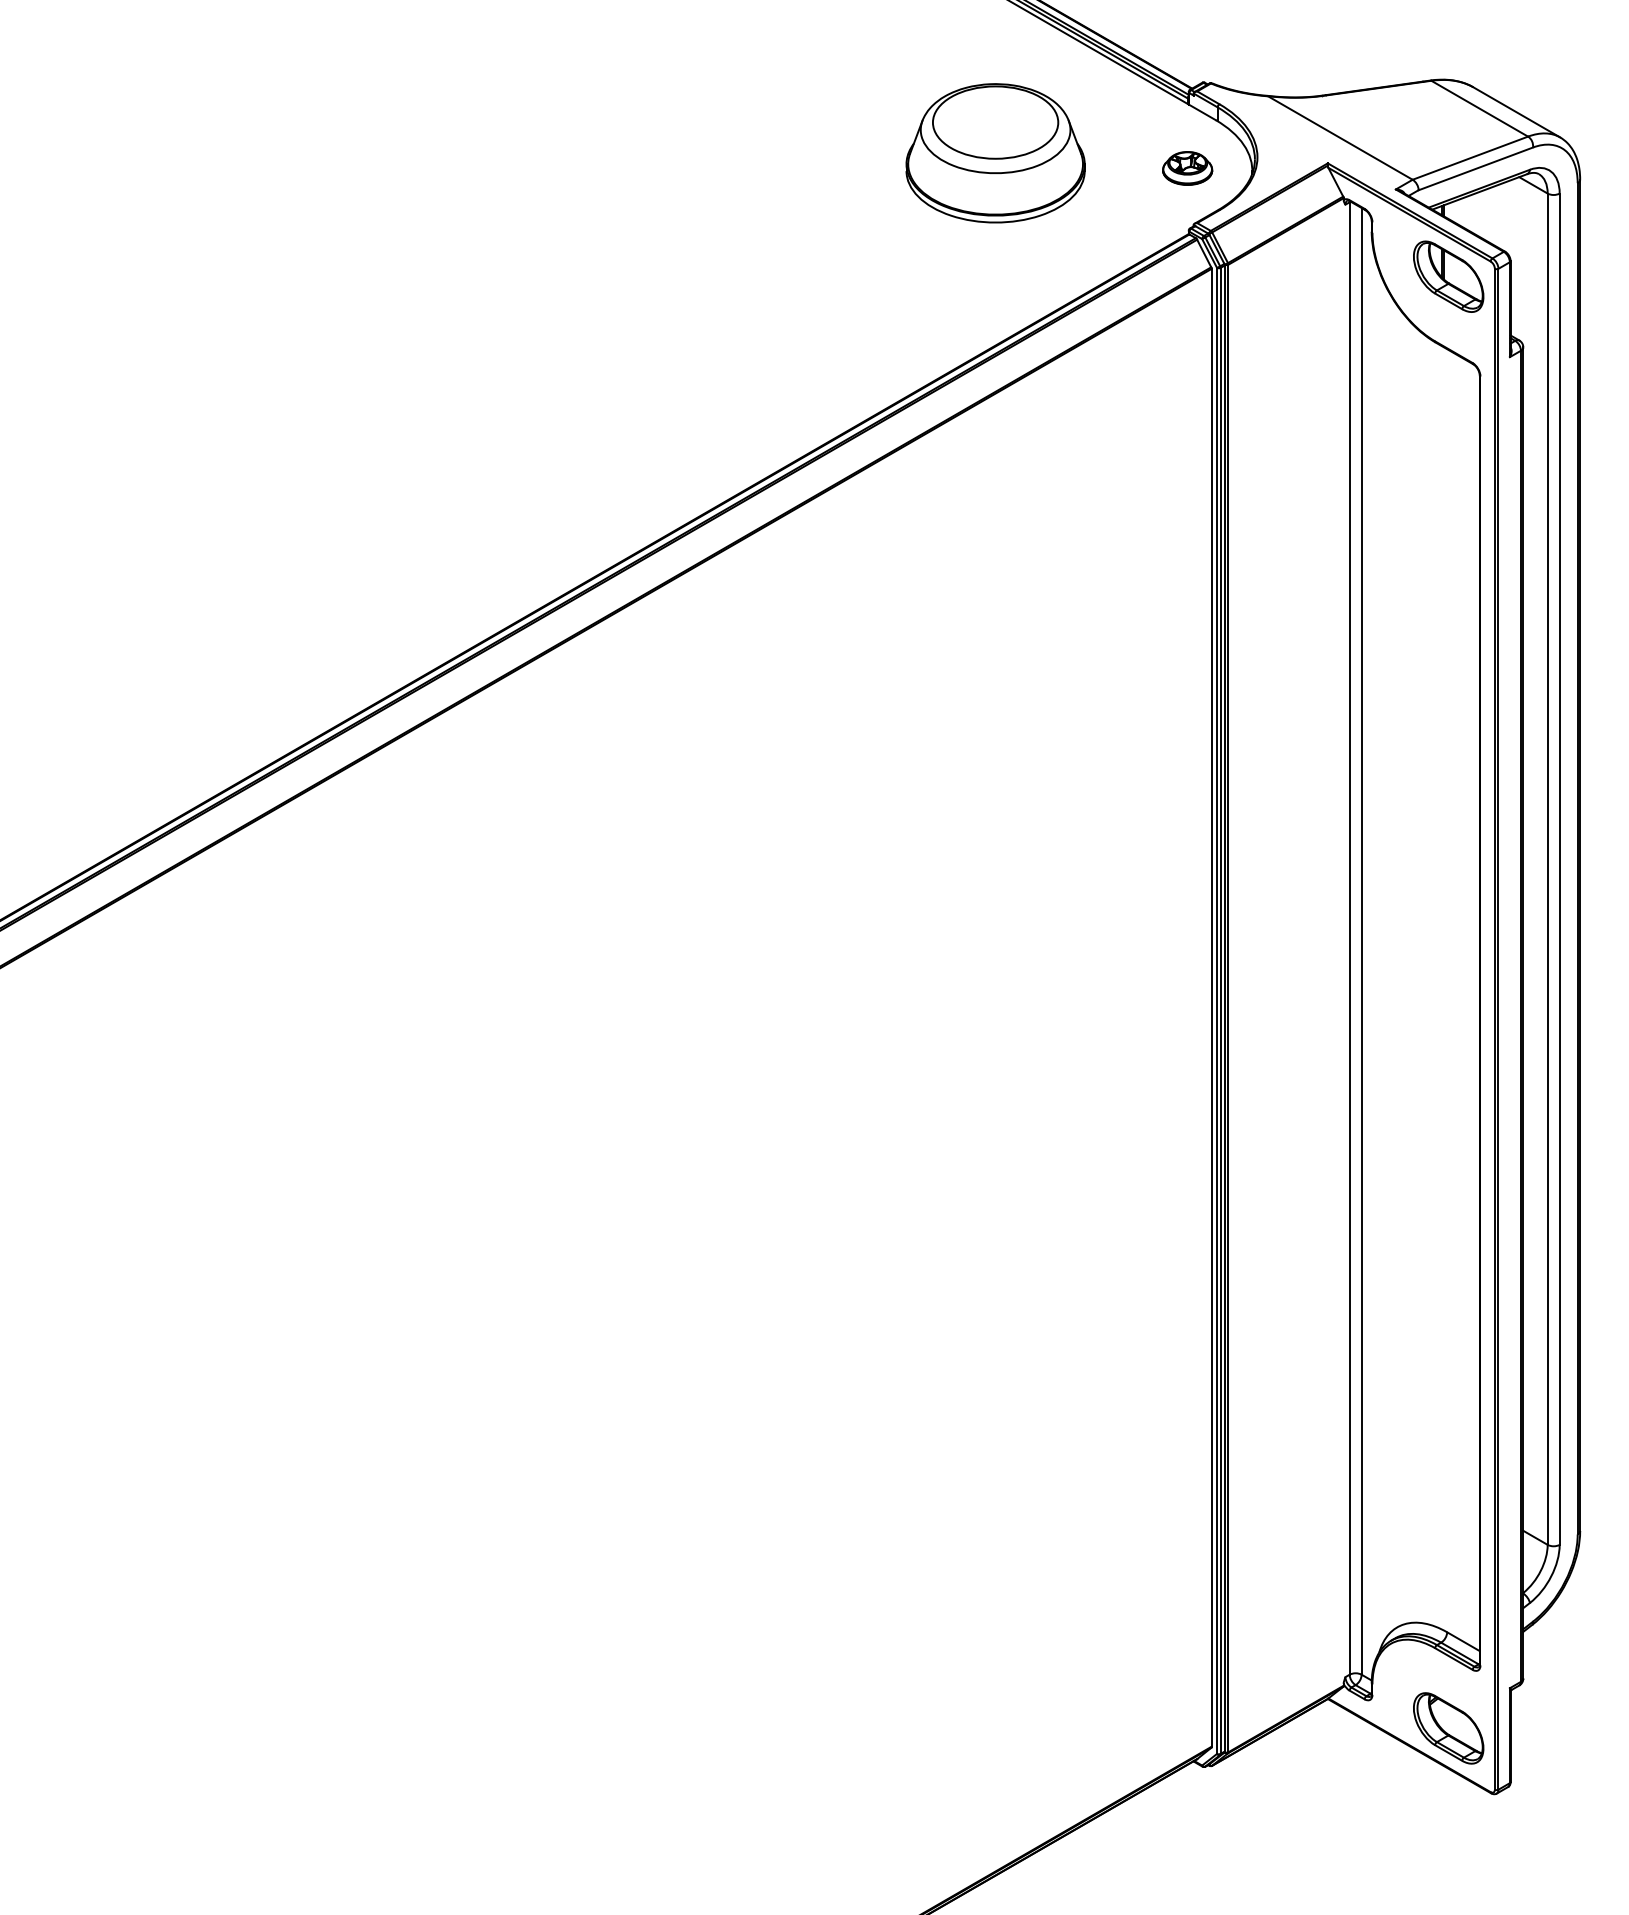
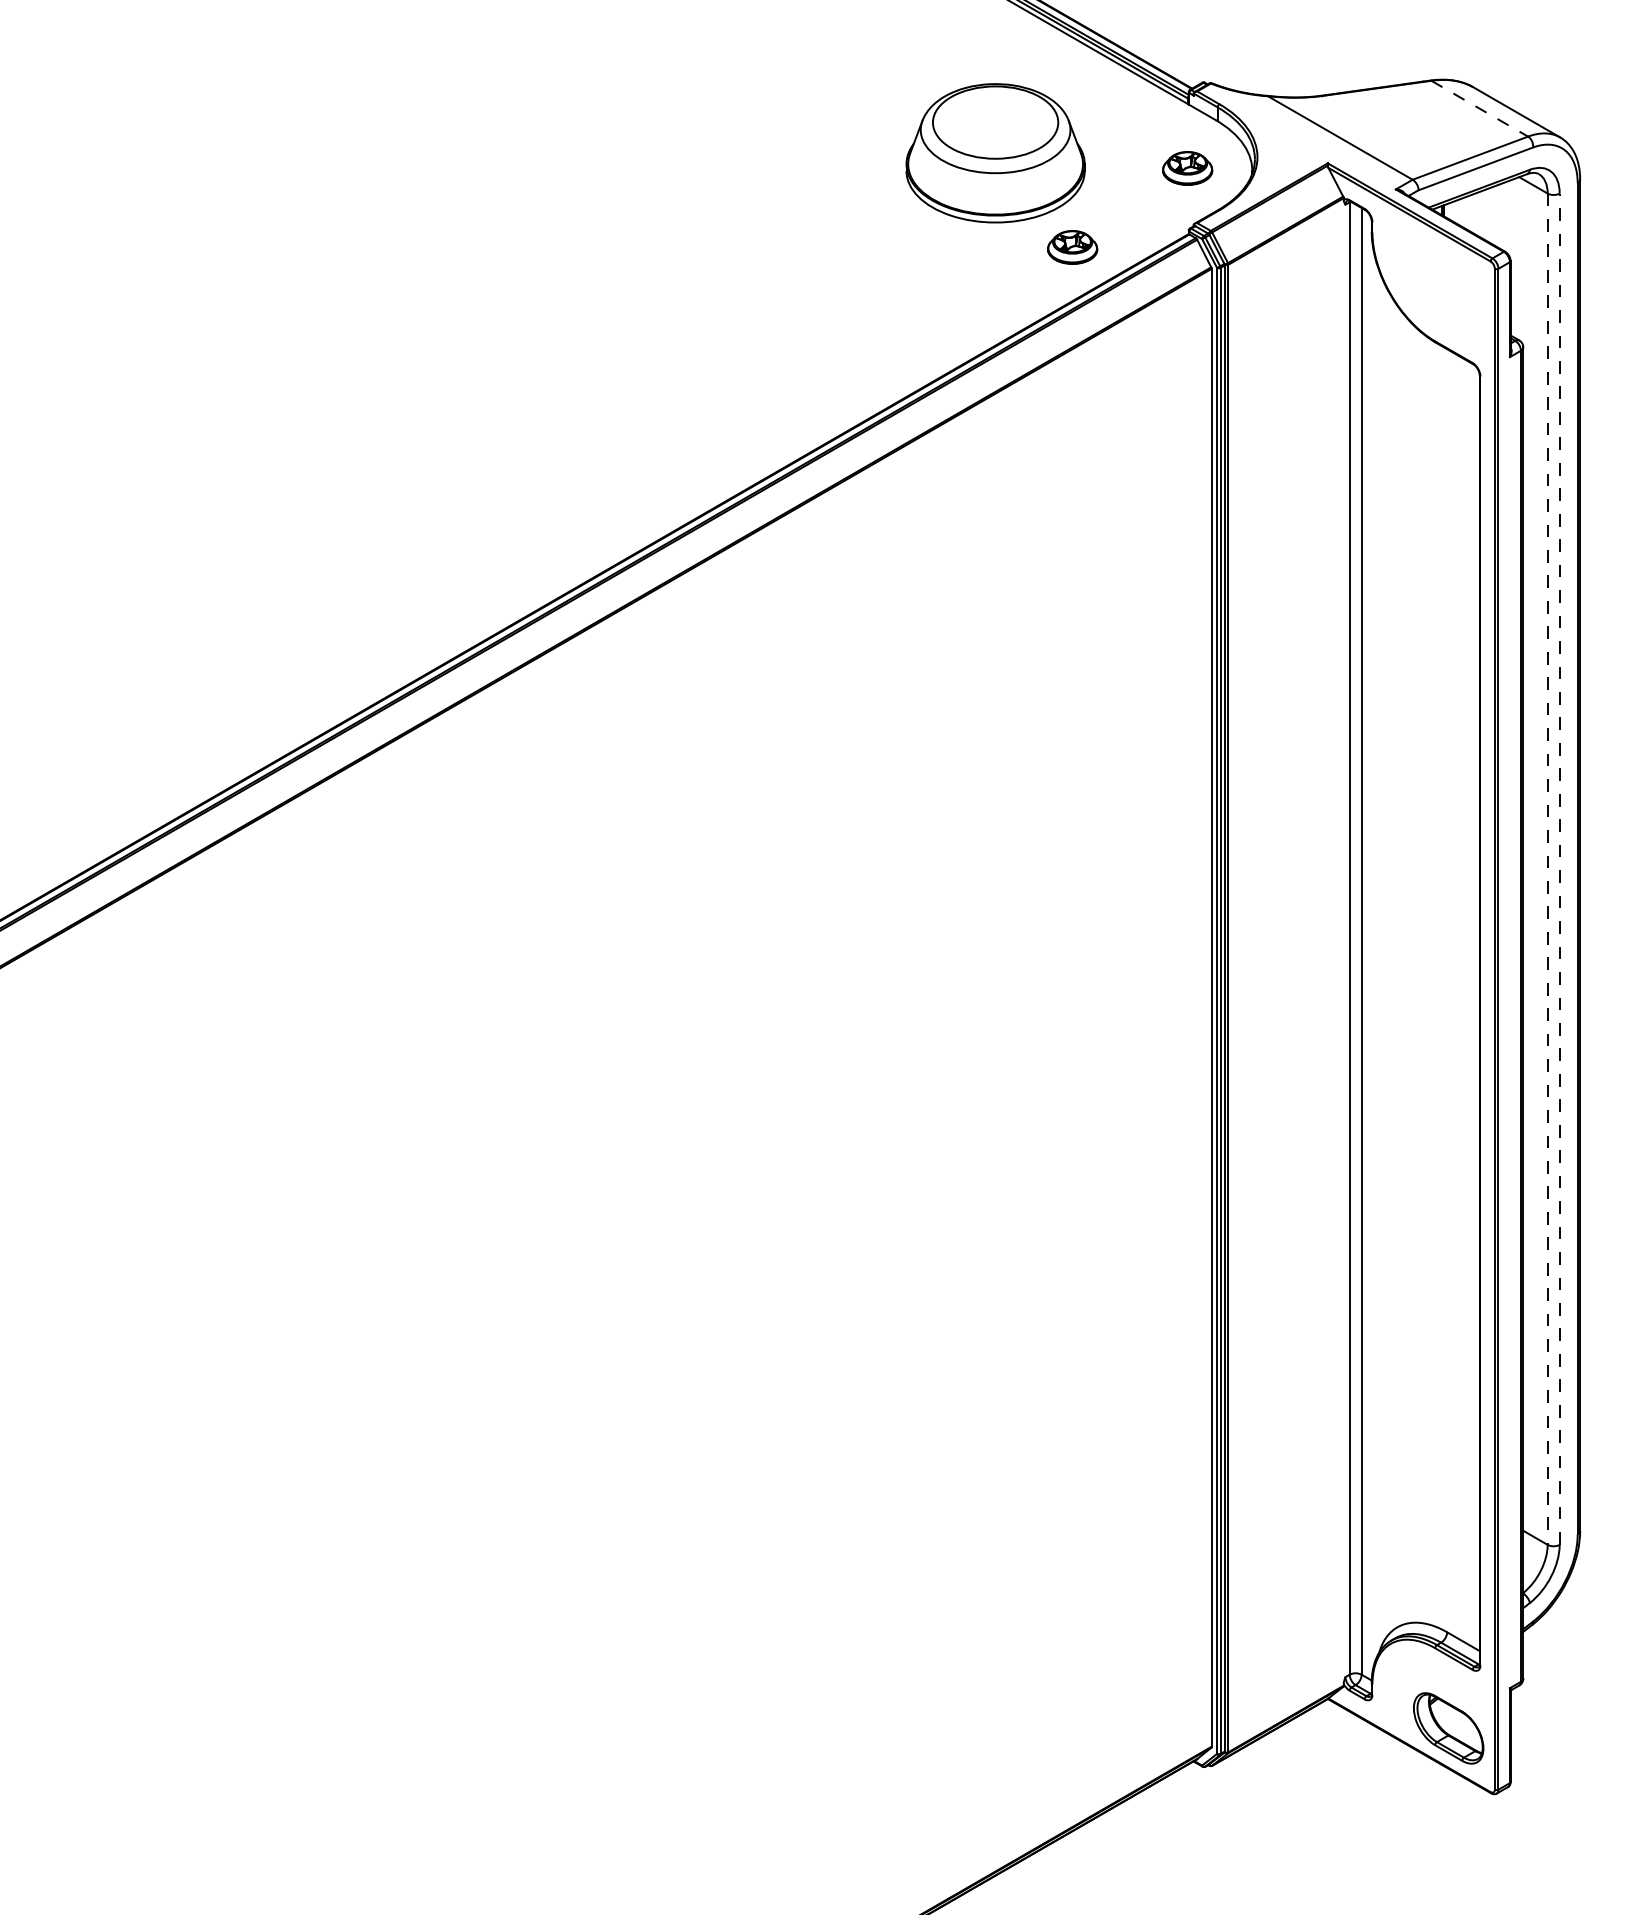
line at (1479, 108): solid -> dashed
part at (1072, 247): none -> present
part at (1448, 276): present -> none
line at (1547, 869): solid -> dashed
line at (1559, 869): solid -> dashed
